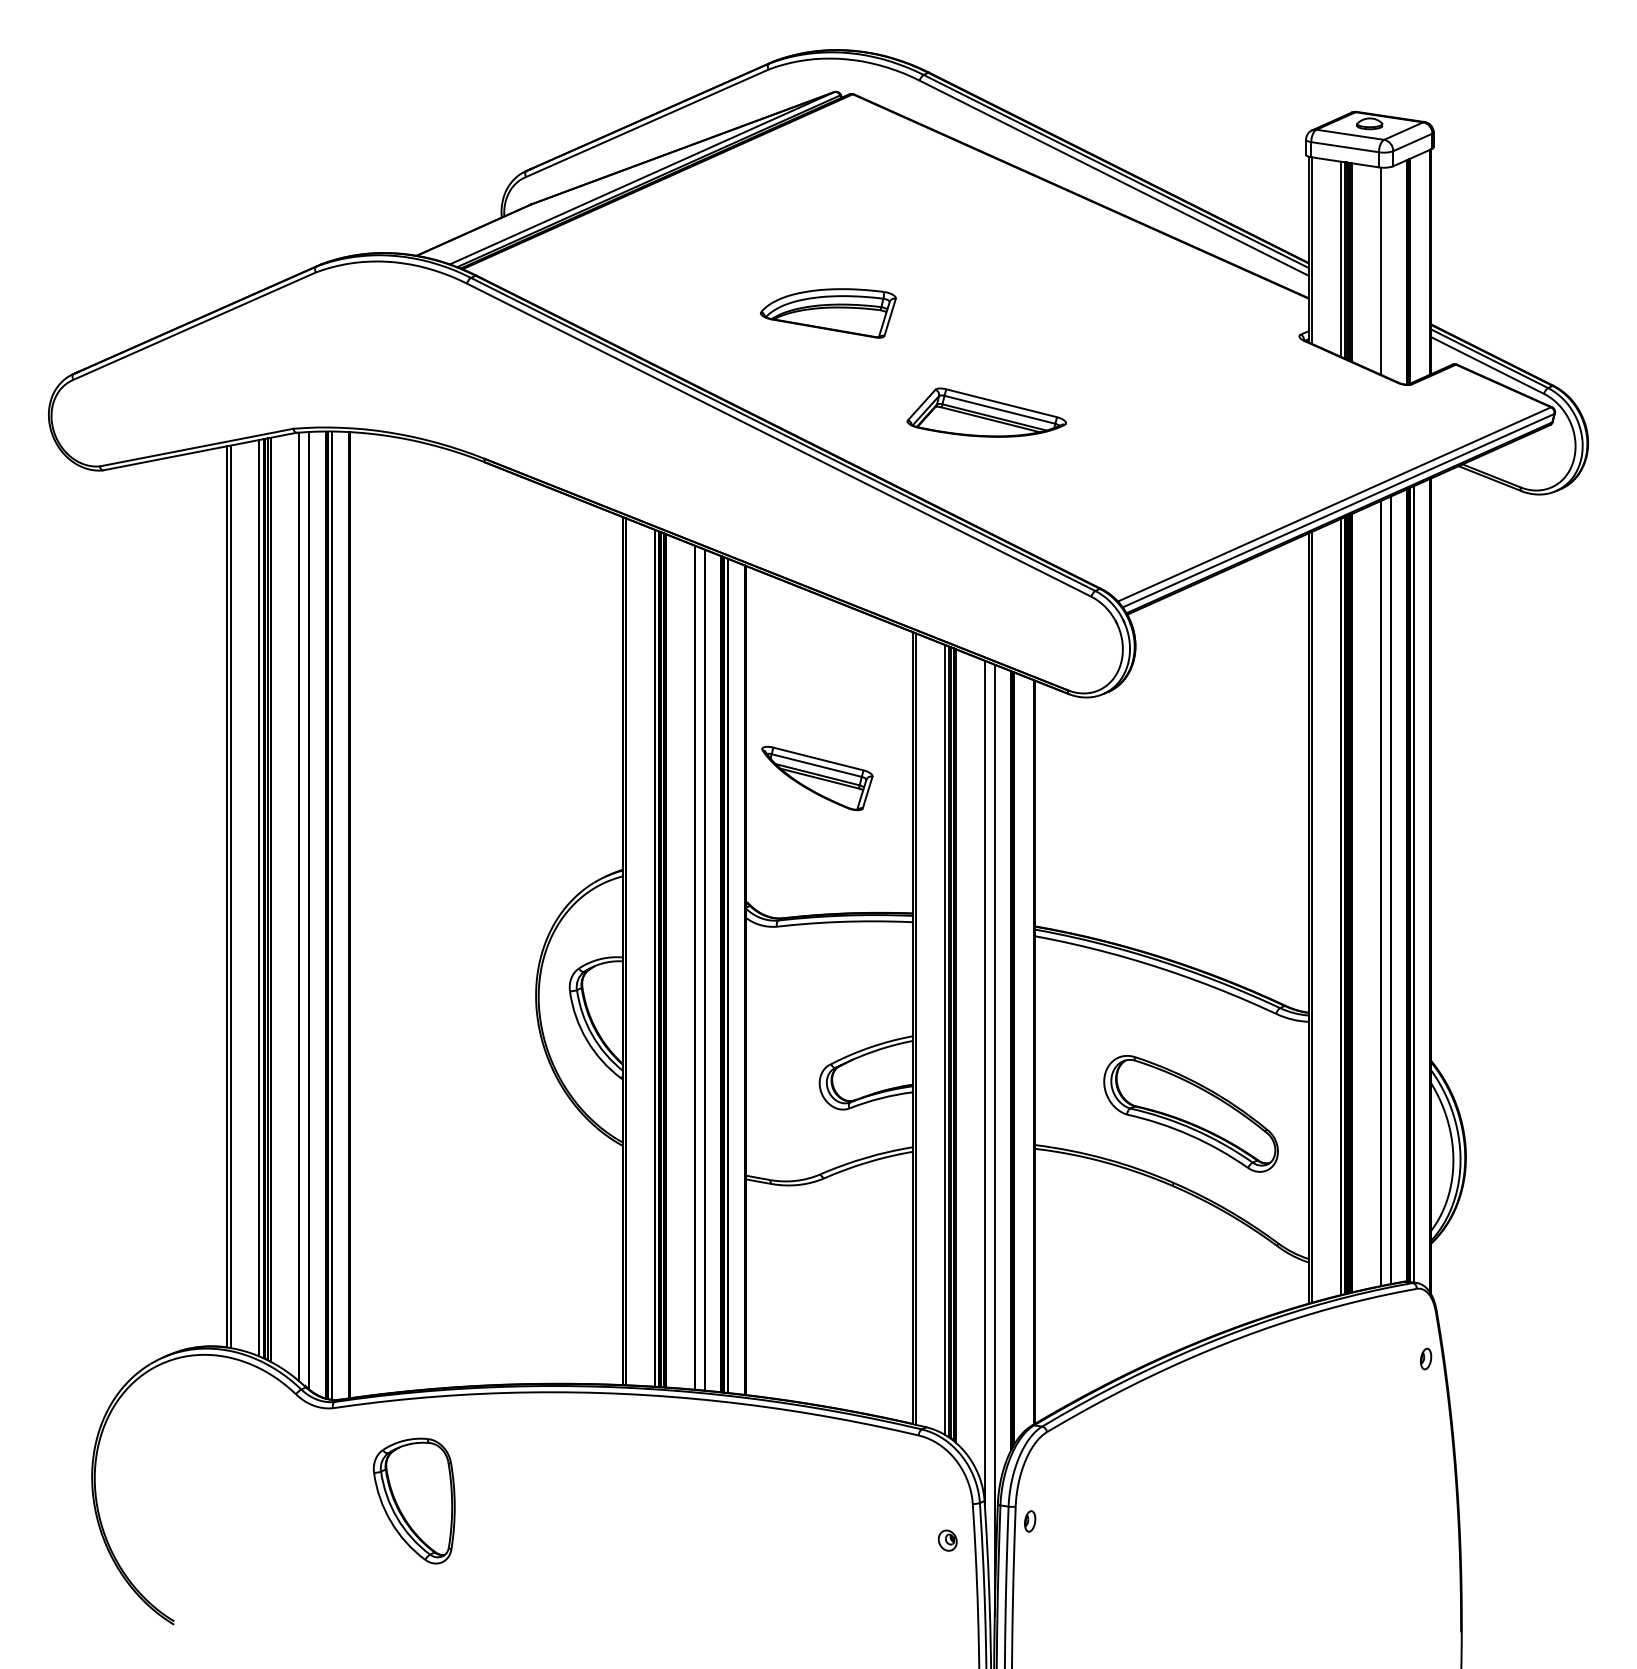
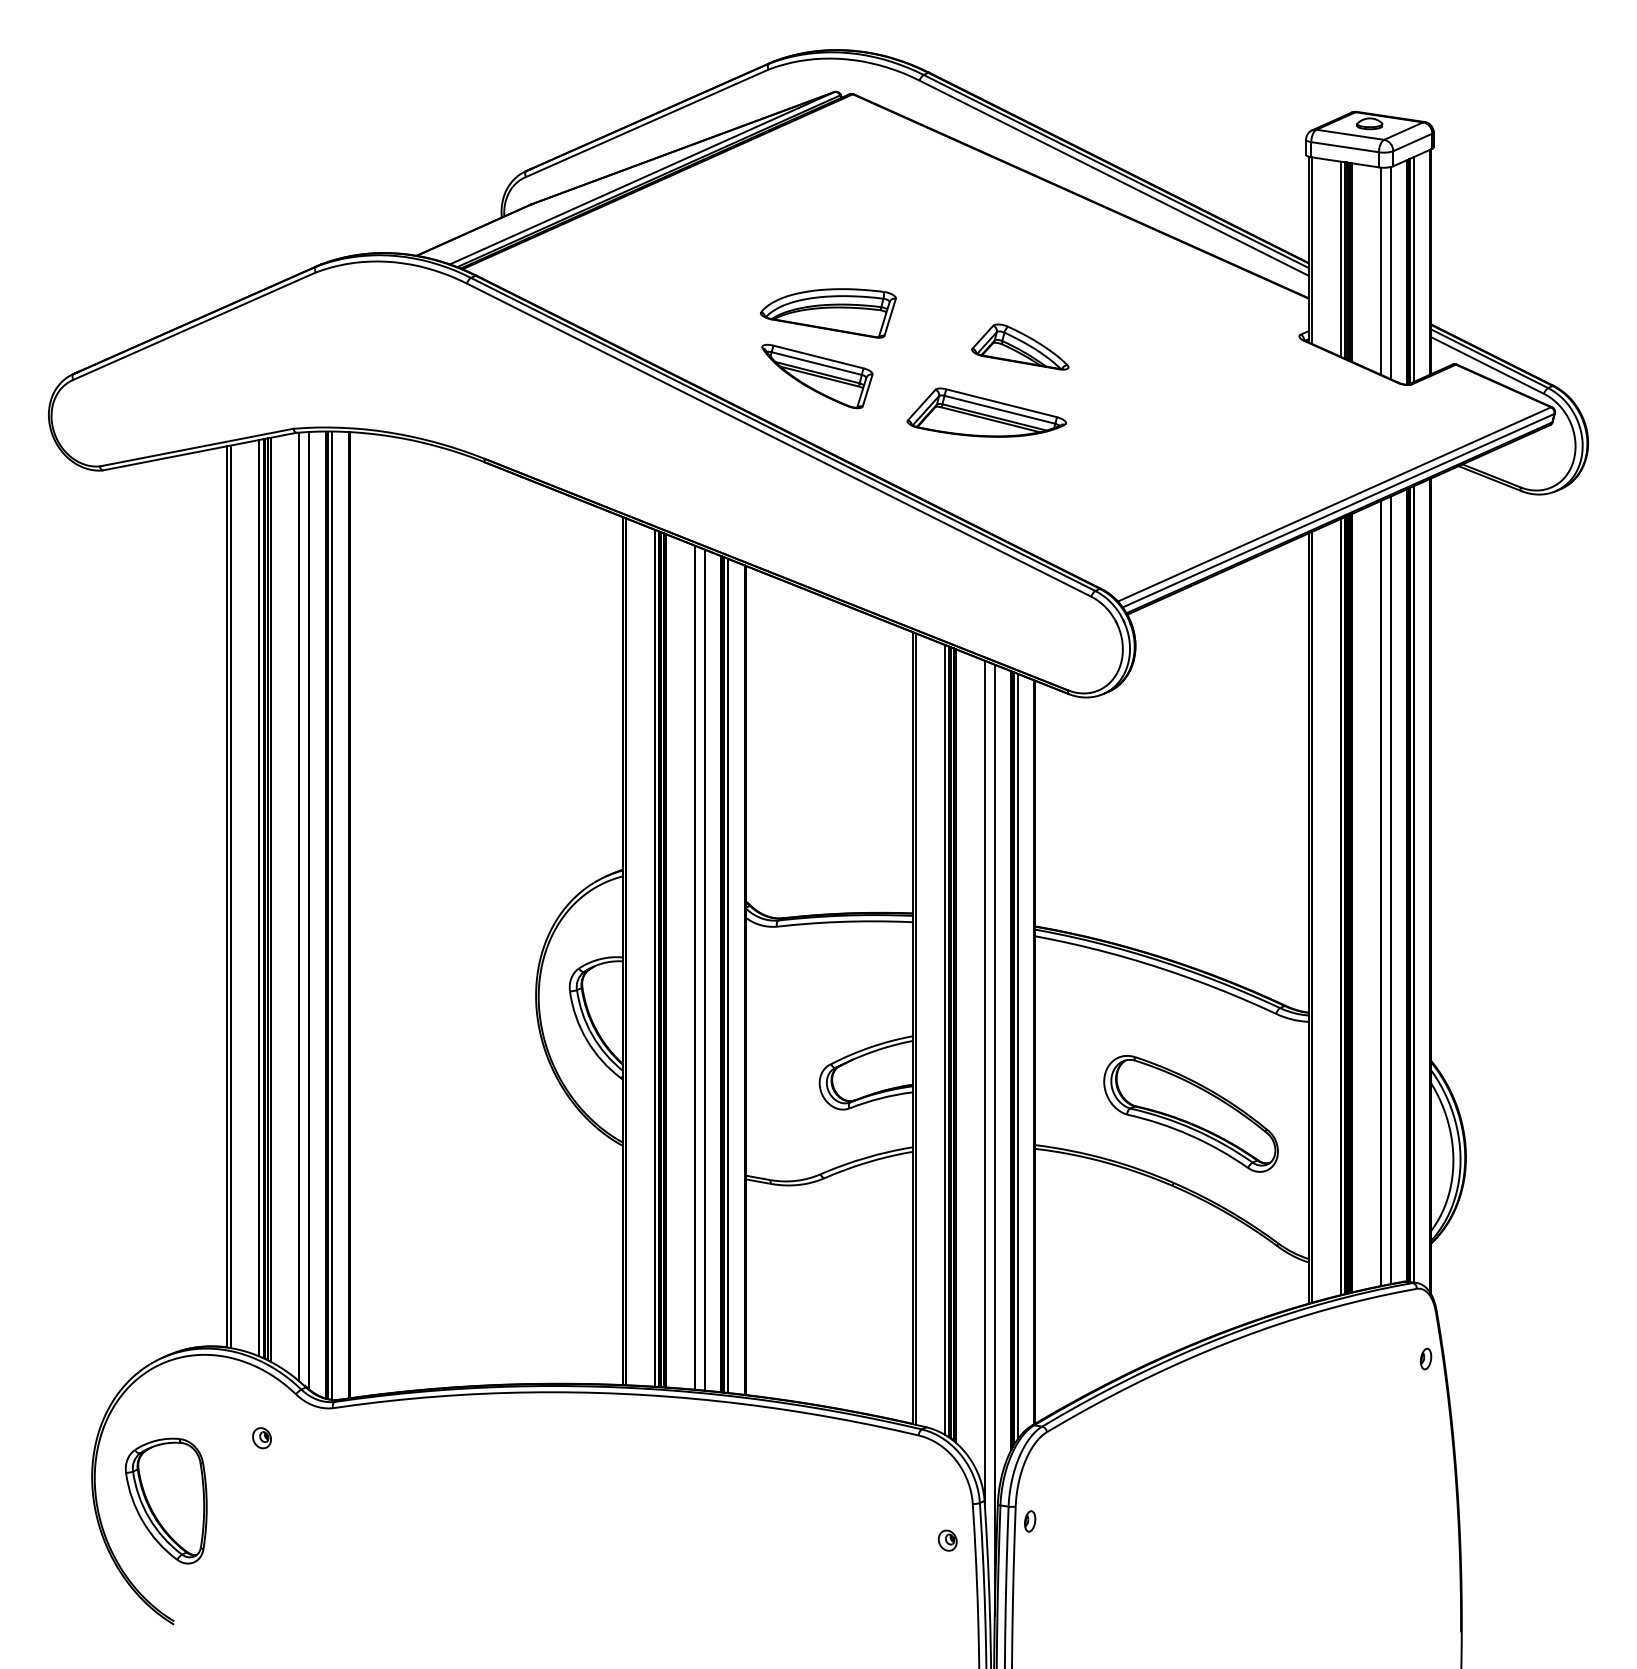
line at (1413, 269): none -> present
line at (1390, 273): none -> present
part at (1020, 346): none -> present
part at (817, 778) position: (817, 778) -> (817, 376)
line at (1017, 1056): none -> present
part at (261, 1438): none -> present
part at (413, 1500) position: (413, 1500) -> (165, 1500)
